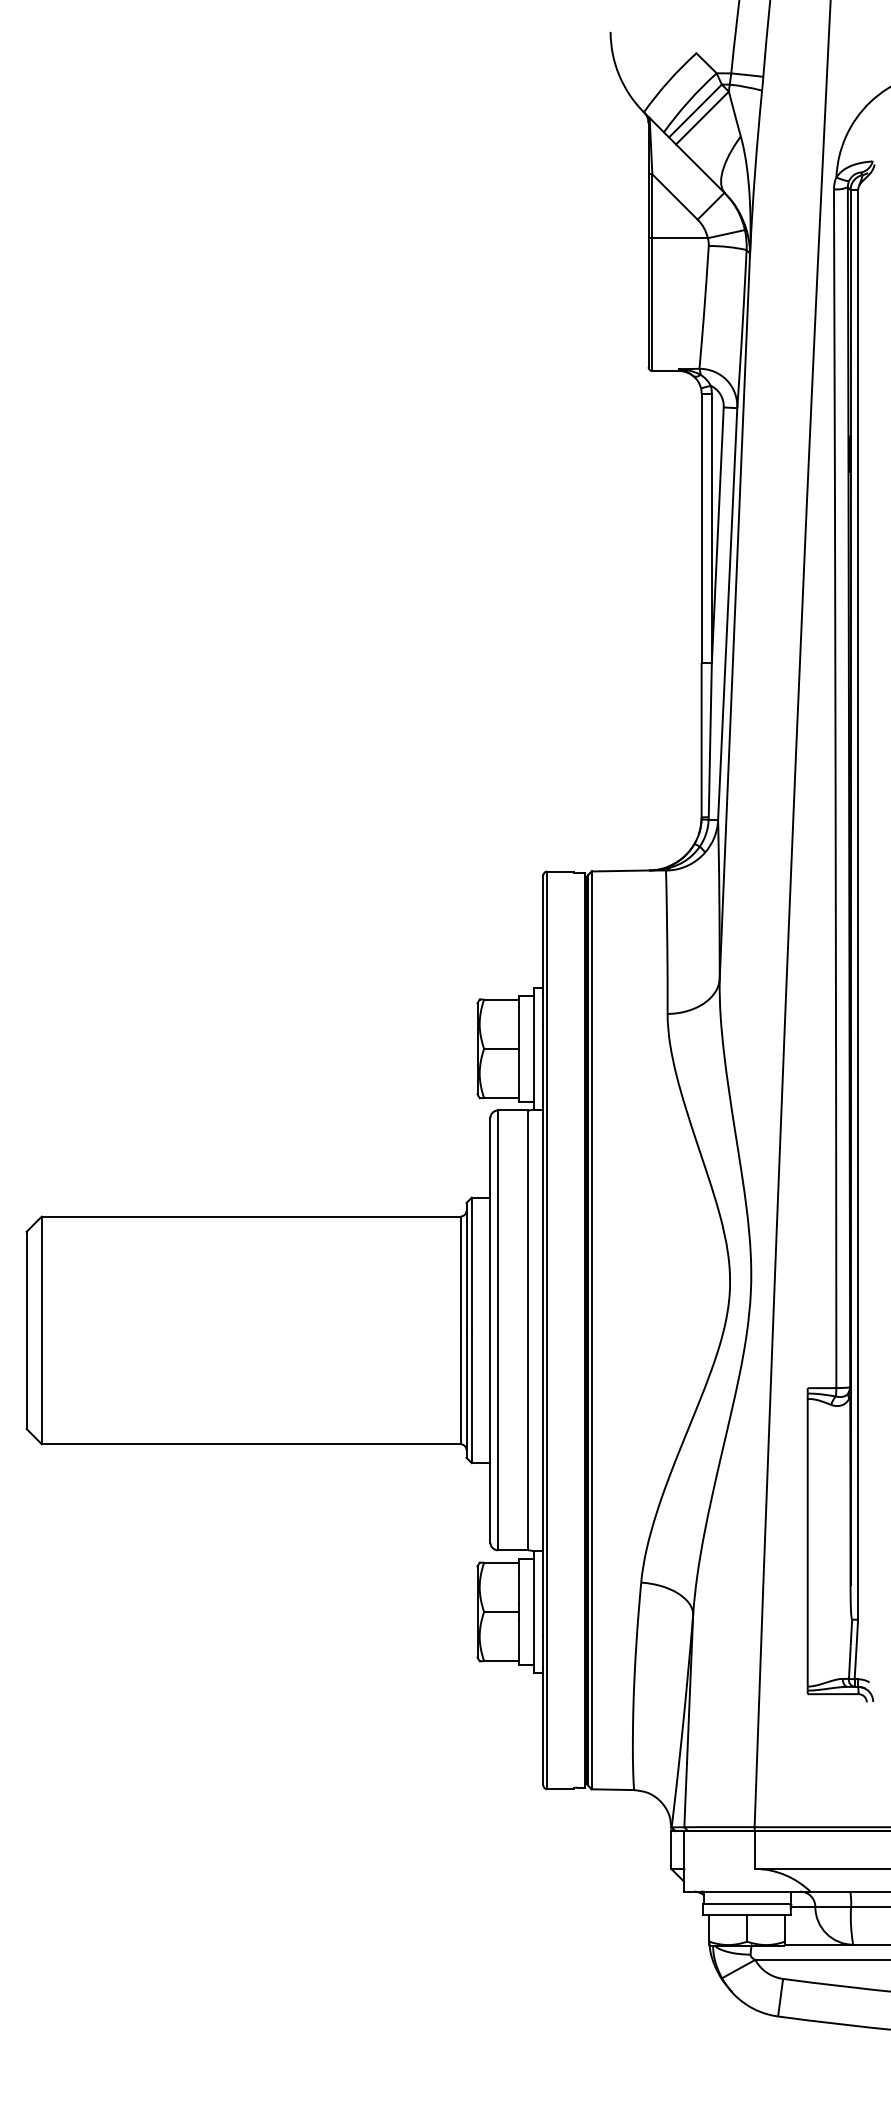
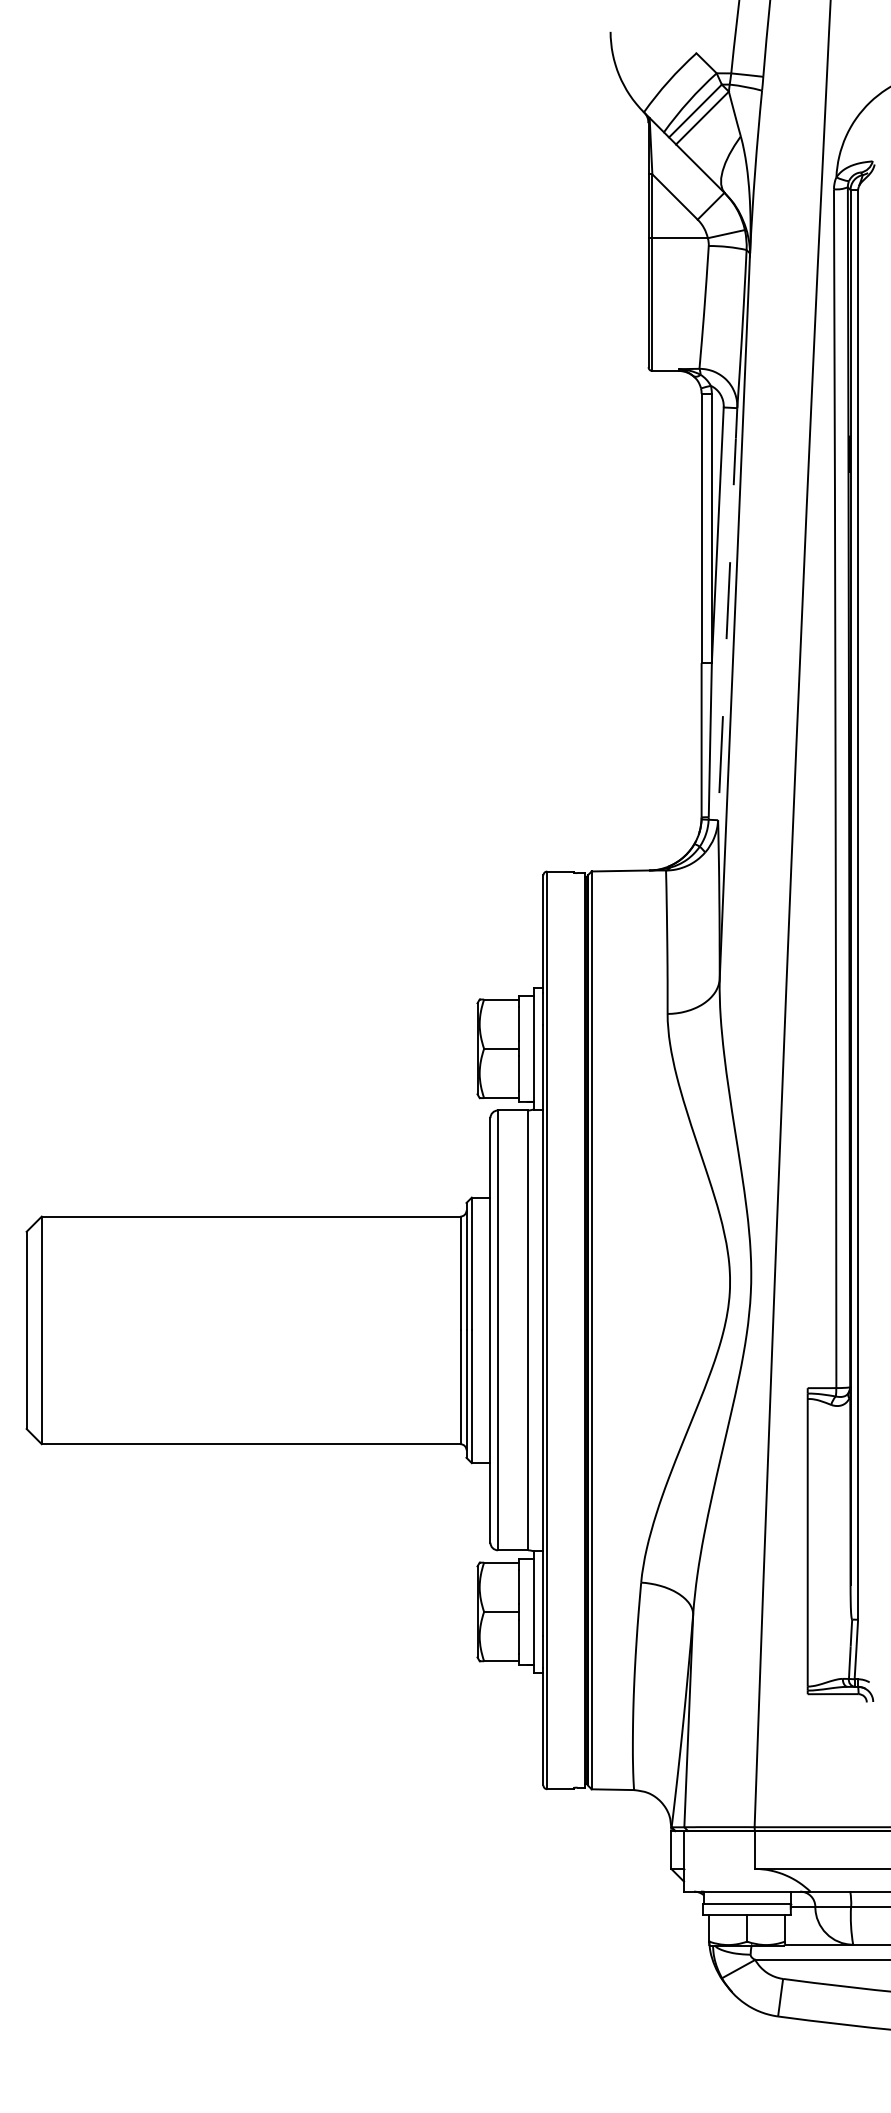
line at (727, 612): solid -> dashed
